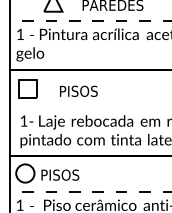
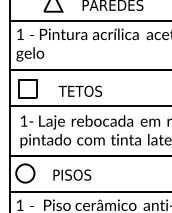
line at (90, 21): dashed -> solid
text at (80, 90): PISOS -> TETOS
line at (89, 106): none -> present
text at (60, 174) position: (60, 174) -> (72, 174)
line at (90, 192): dashed -> solid
